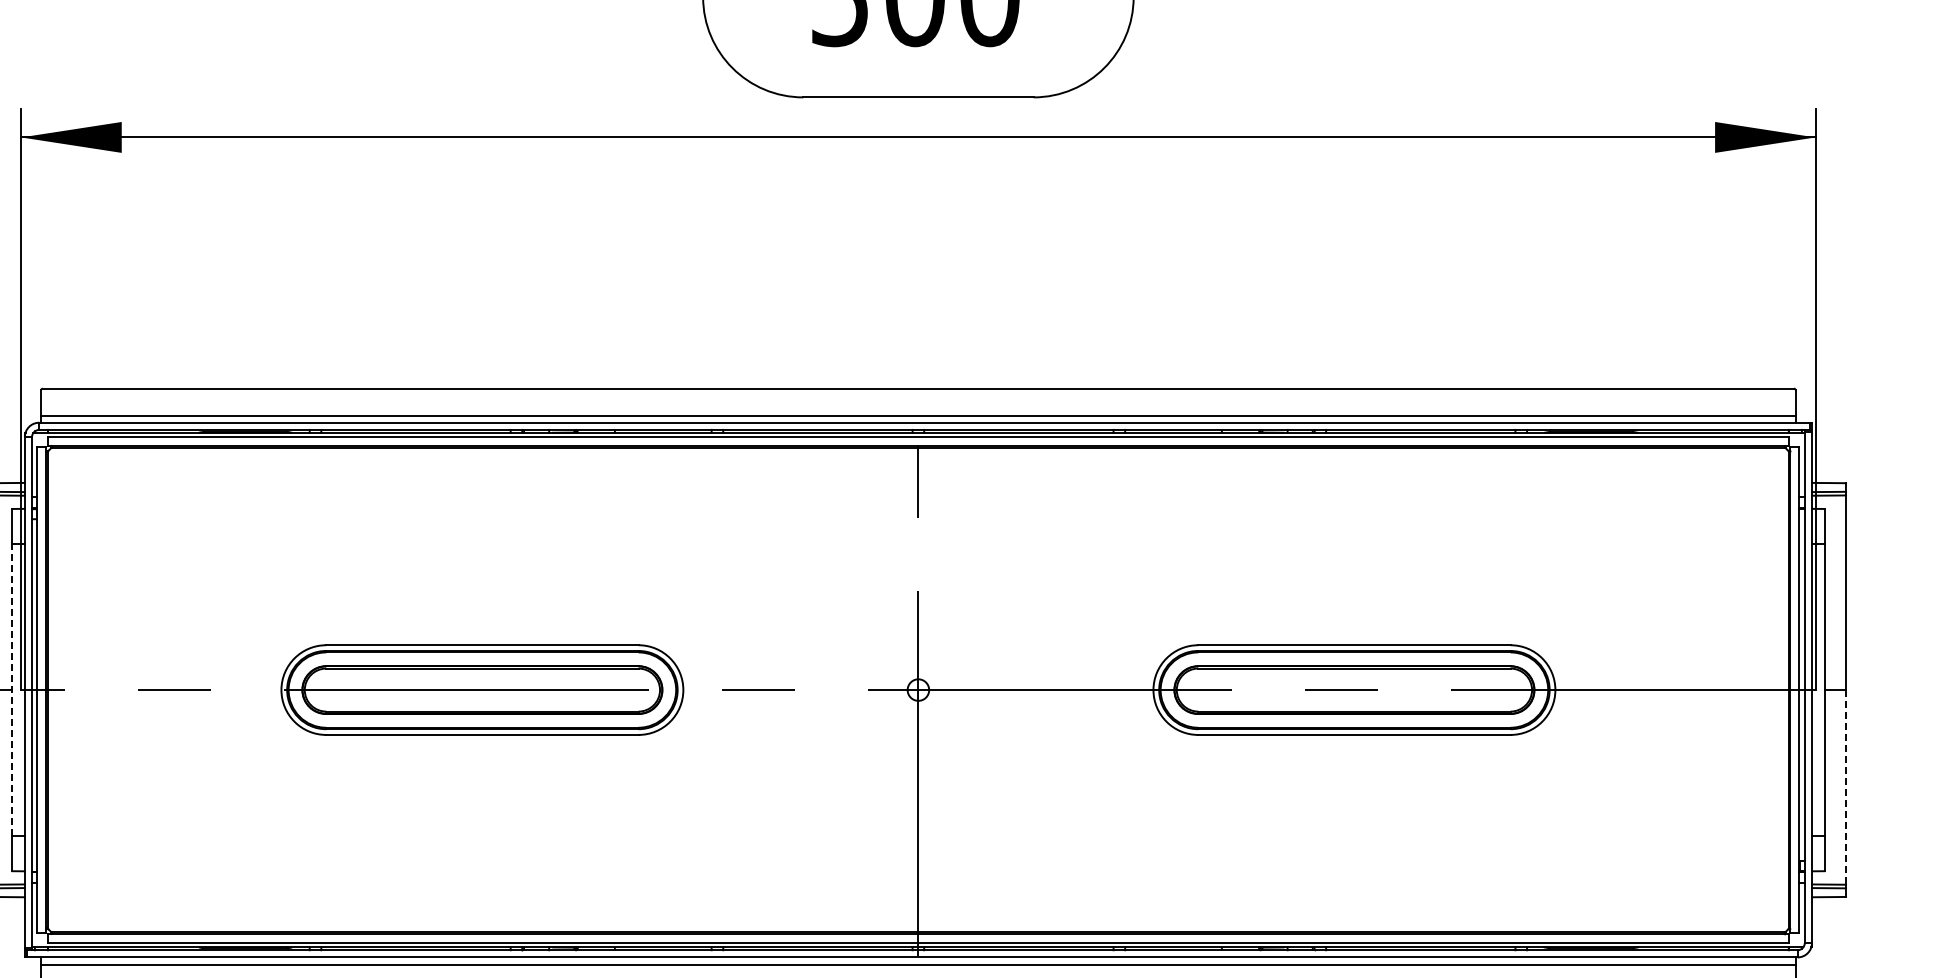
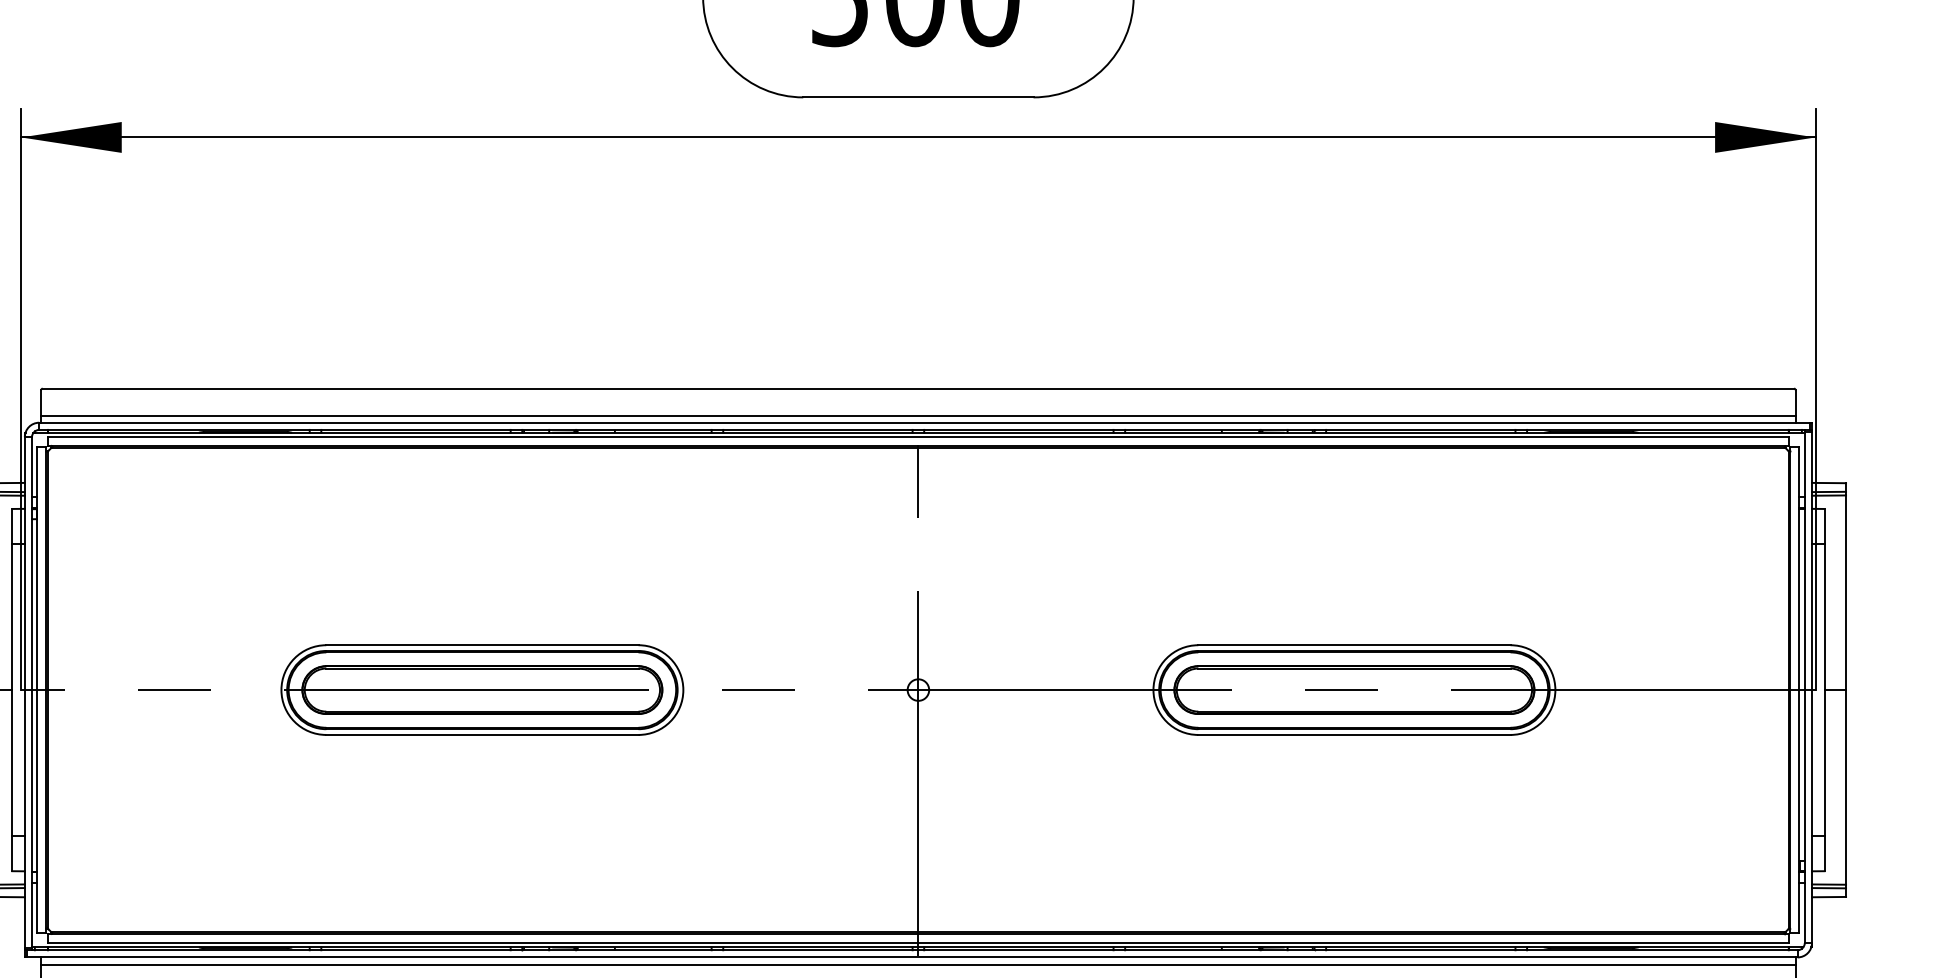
line at (12, 690): dashed -> solid
line at (1846, 787): dashed -> solid
